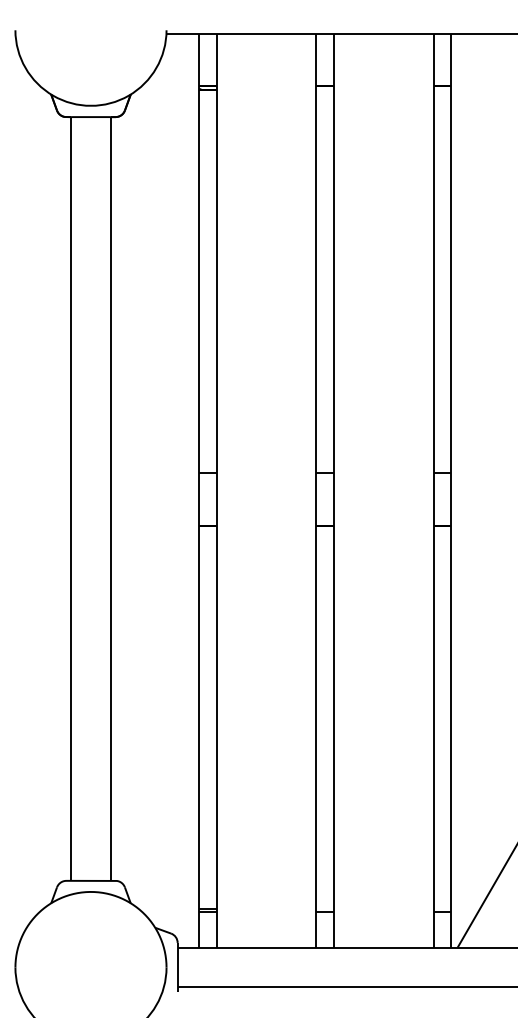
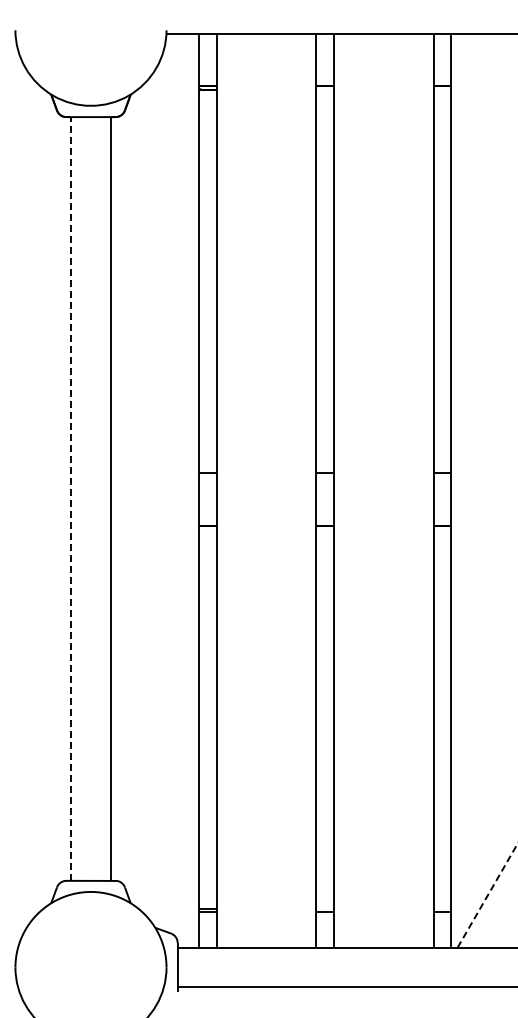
line at (71, 498): solid -> dashed
line at (487, 895): solid -> dashed
